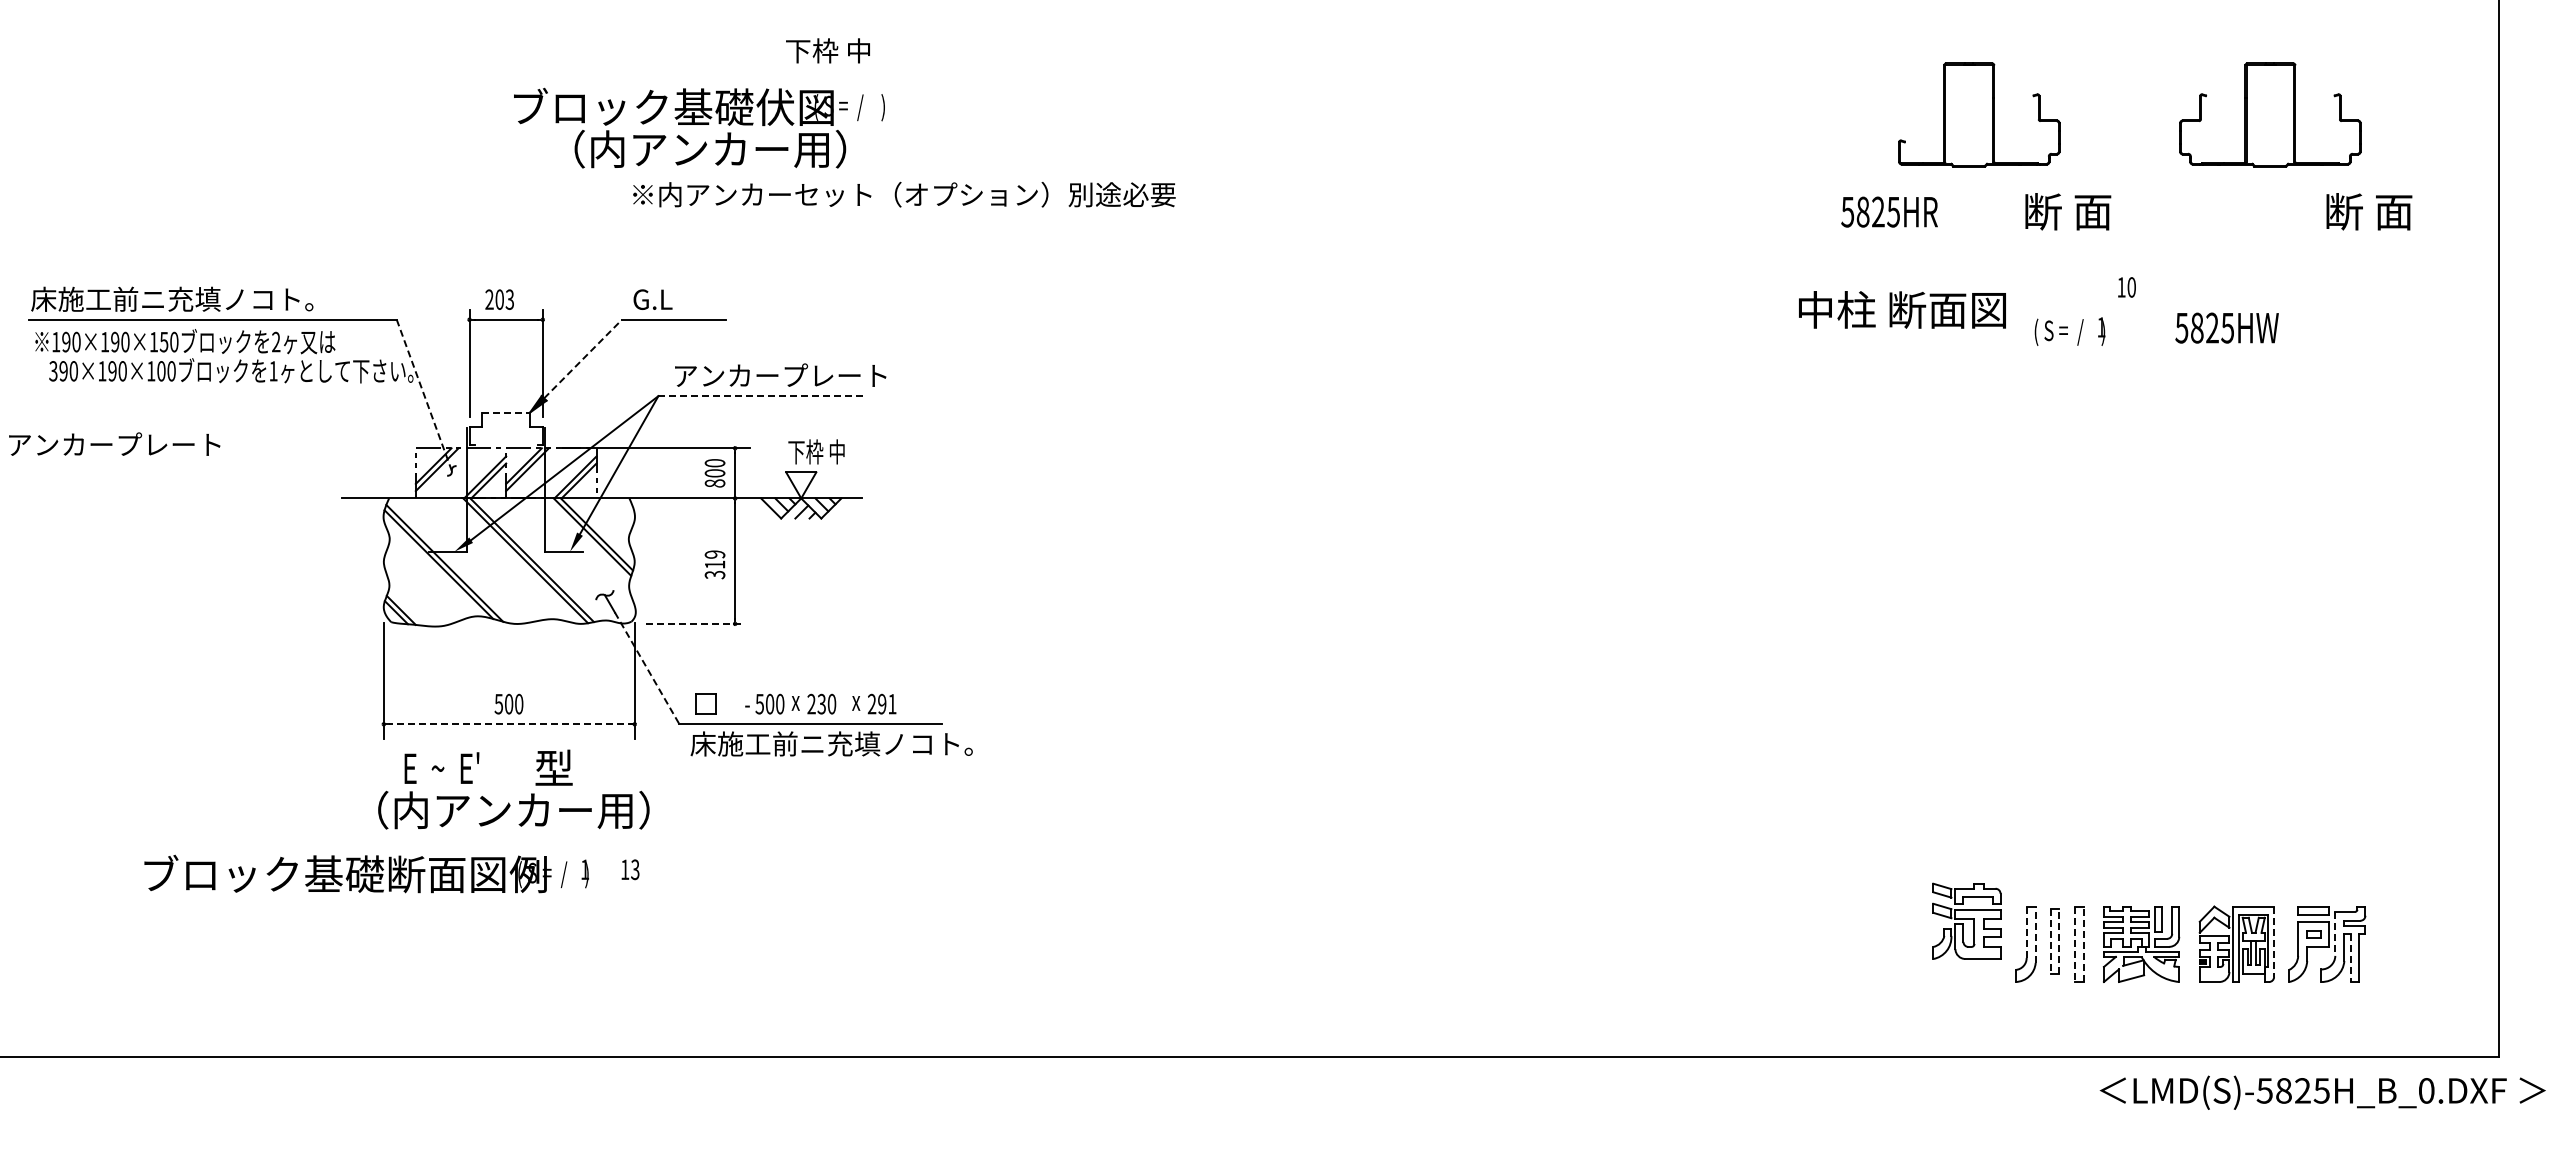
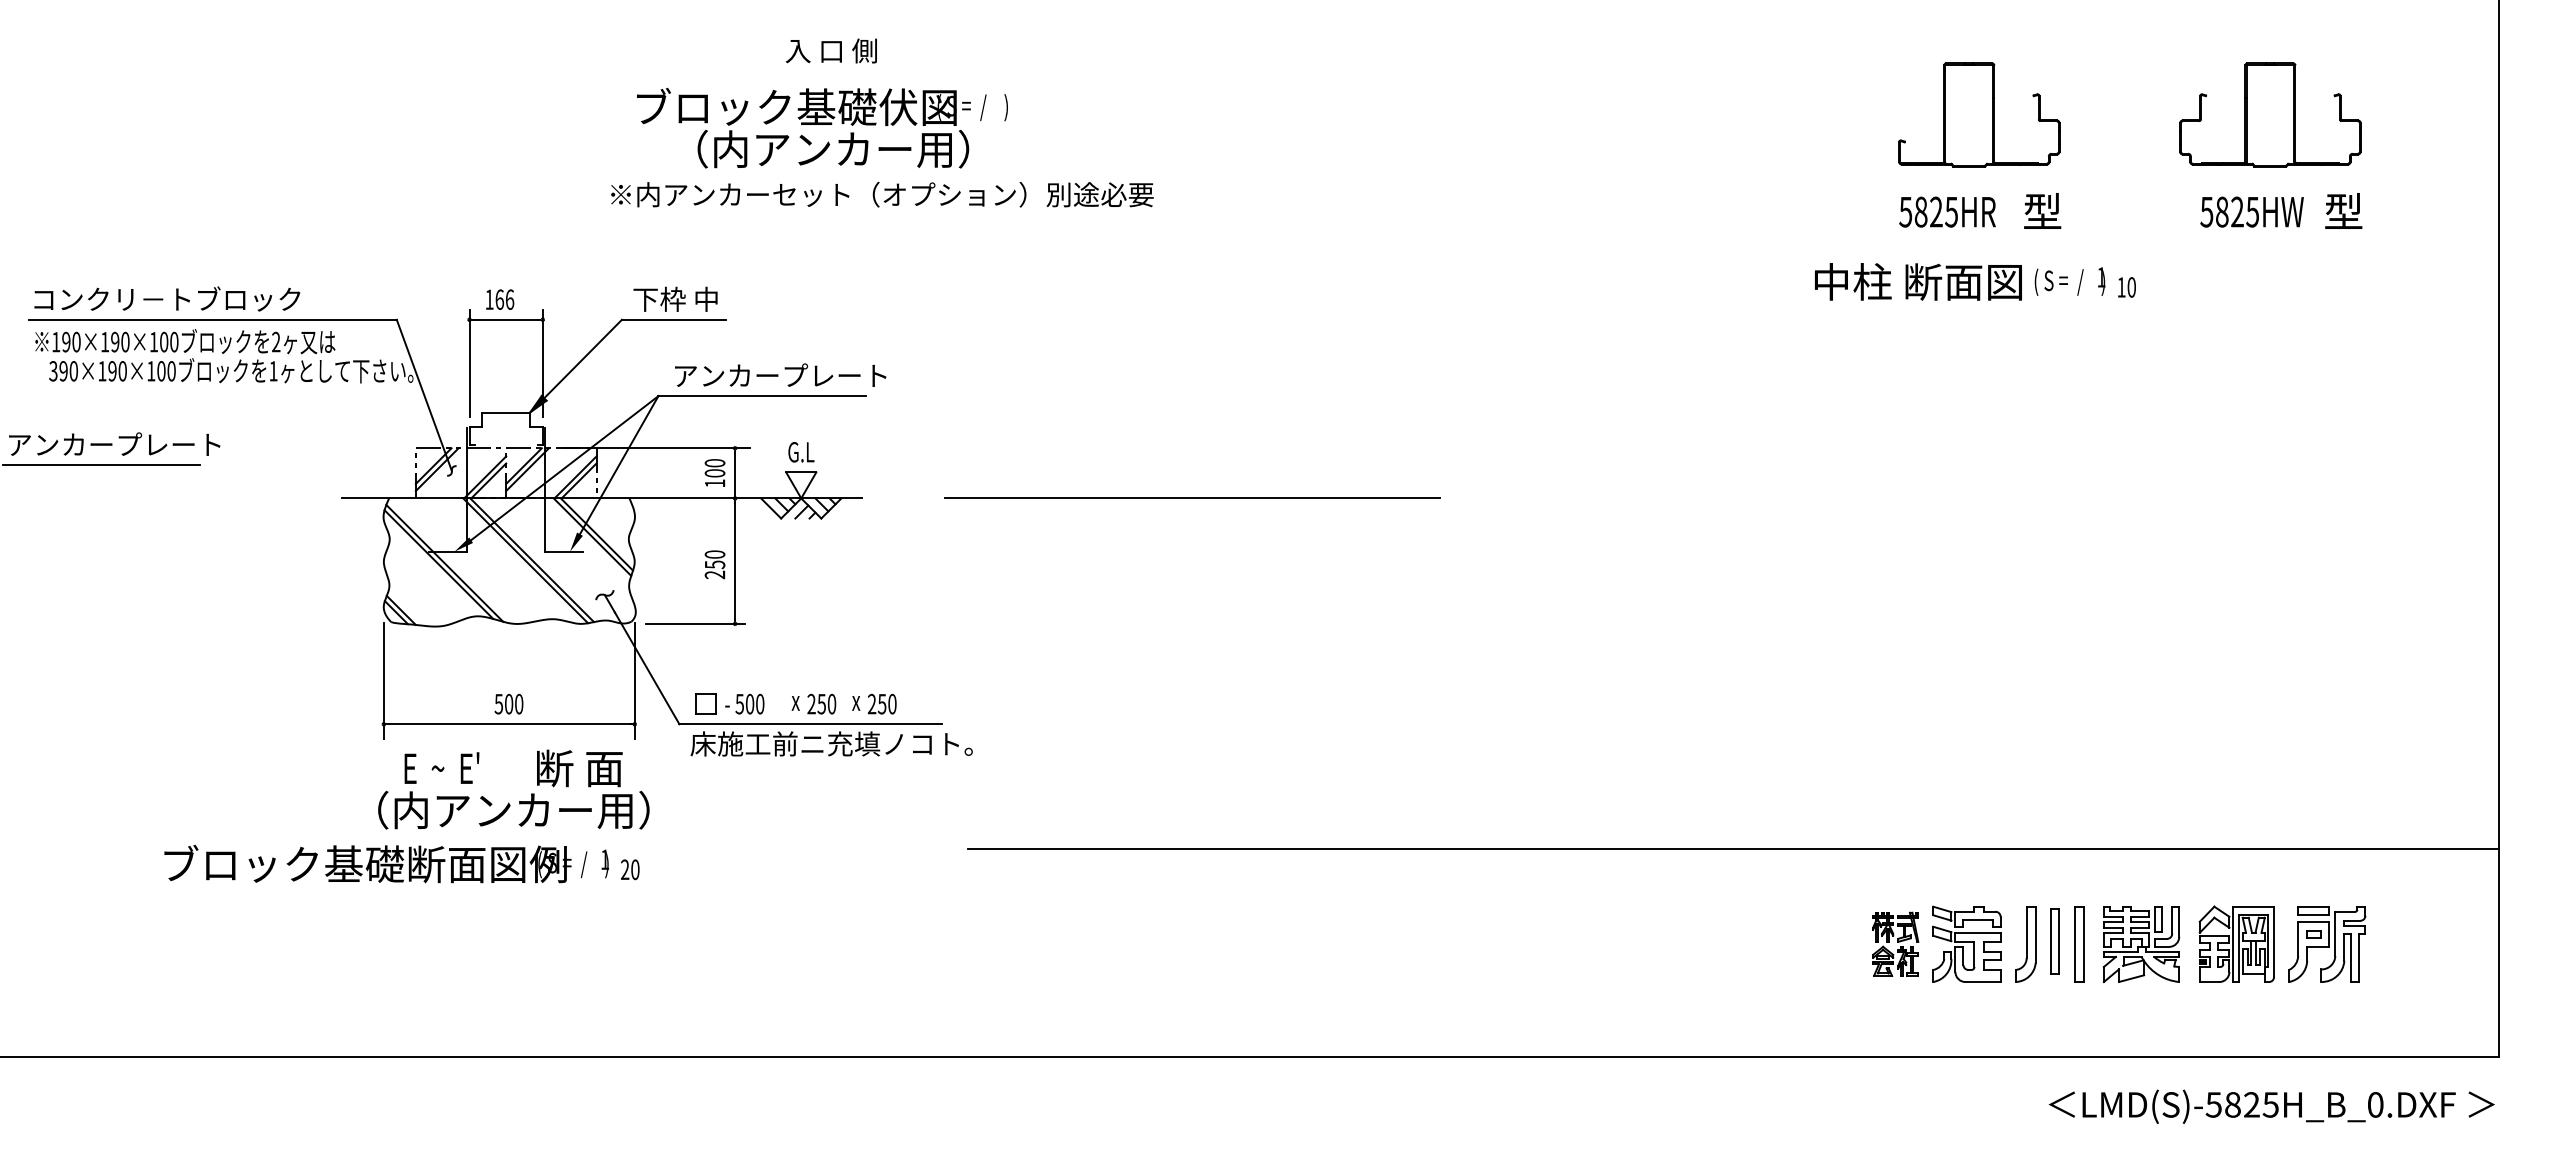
text at (830, 50): 下枠 中 -> 入 口 側
text at (699, 127) position: (699, 127) -> (822, 127)
text at (904, 194) position: (904, 194) -> (882, 194)
text at (1889, 211) position: (1889, 211) -> (1947, 211)
text at (2067, 211): 断 面 -> 型
text at (2368, 211): 断 面 -> 型
text at (172, 298): 床施工前ニ充填ノコト。 -> コンクリ－トブロック
text at (675, 298): G.L -> 下枠 中
text at (499, 299): 203 -> 166
text at (1902, 309) position: (1902, 309) -> (1918, 281)
text at (2226, 327) position: (2226, 327) -> (2251, 211)
text at (2069, 331) position: (2069, 331) -> (2069, 281)
text at (163, 341): 190×190×150 -> 190×190×100
line at (583, 358): dashed -> solid
line at (424, 394): dashed -> solid
line at (762, 396): dashed -> solid
line at (506, 412): dashed -> solid
text at (816, 451): 下枠 中 -> G.L
line at (101, 465): none -> present
text at (714, 483): 800 -> 100
line at (1192, 498): none -> present
text at (714, 564): 319 -> 250
line at (696, 623): dashed -> solid
line at (647, 668): dashed -> solid
text at (764, 703) position: (764, 703) -> (744, 703)
text at (821, 703): 230 -> 250
text at (887, 703): 291 -> 250
line at (511, 724): dashed -> solid
text at (578, 768): 型 -> 断 面
line at (1732, 849): none -> present
text at (630, 869): 13 -> 20
text at (366, 873) position: (366, 873) -> (386, 863)
part at (1966, 920) position: (1966, 920) -> (1966, 943)
line at (2026, 932): dashed -> solid
line at (2035, 934): dashed -> solid
line at (2335, 934): dashed -> solid
line at (2059, 941): dashed -> solid
line at (2051, 942): dashed -> solid
line at (2274, 942): dashed -> solid
part at (1895, 943): none -> present
line at (2074, 944): dashed -> solid
line at (2083, 944): dashed -> solid
line at (2351, 958): dashed -> solid
text at (2322, 1092) position: (2322, 1092) -> (2271, 1106)
